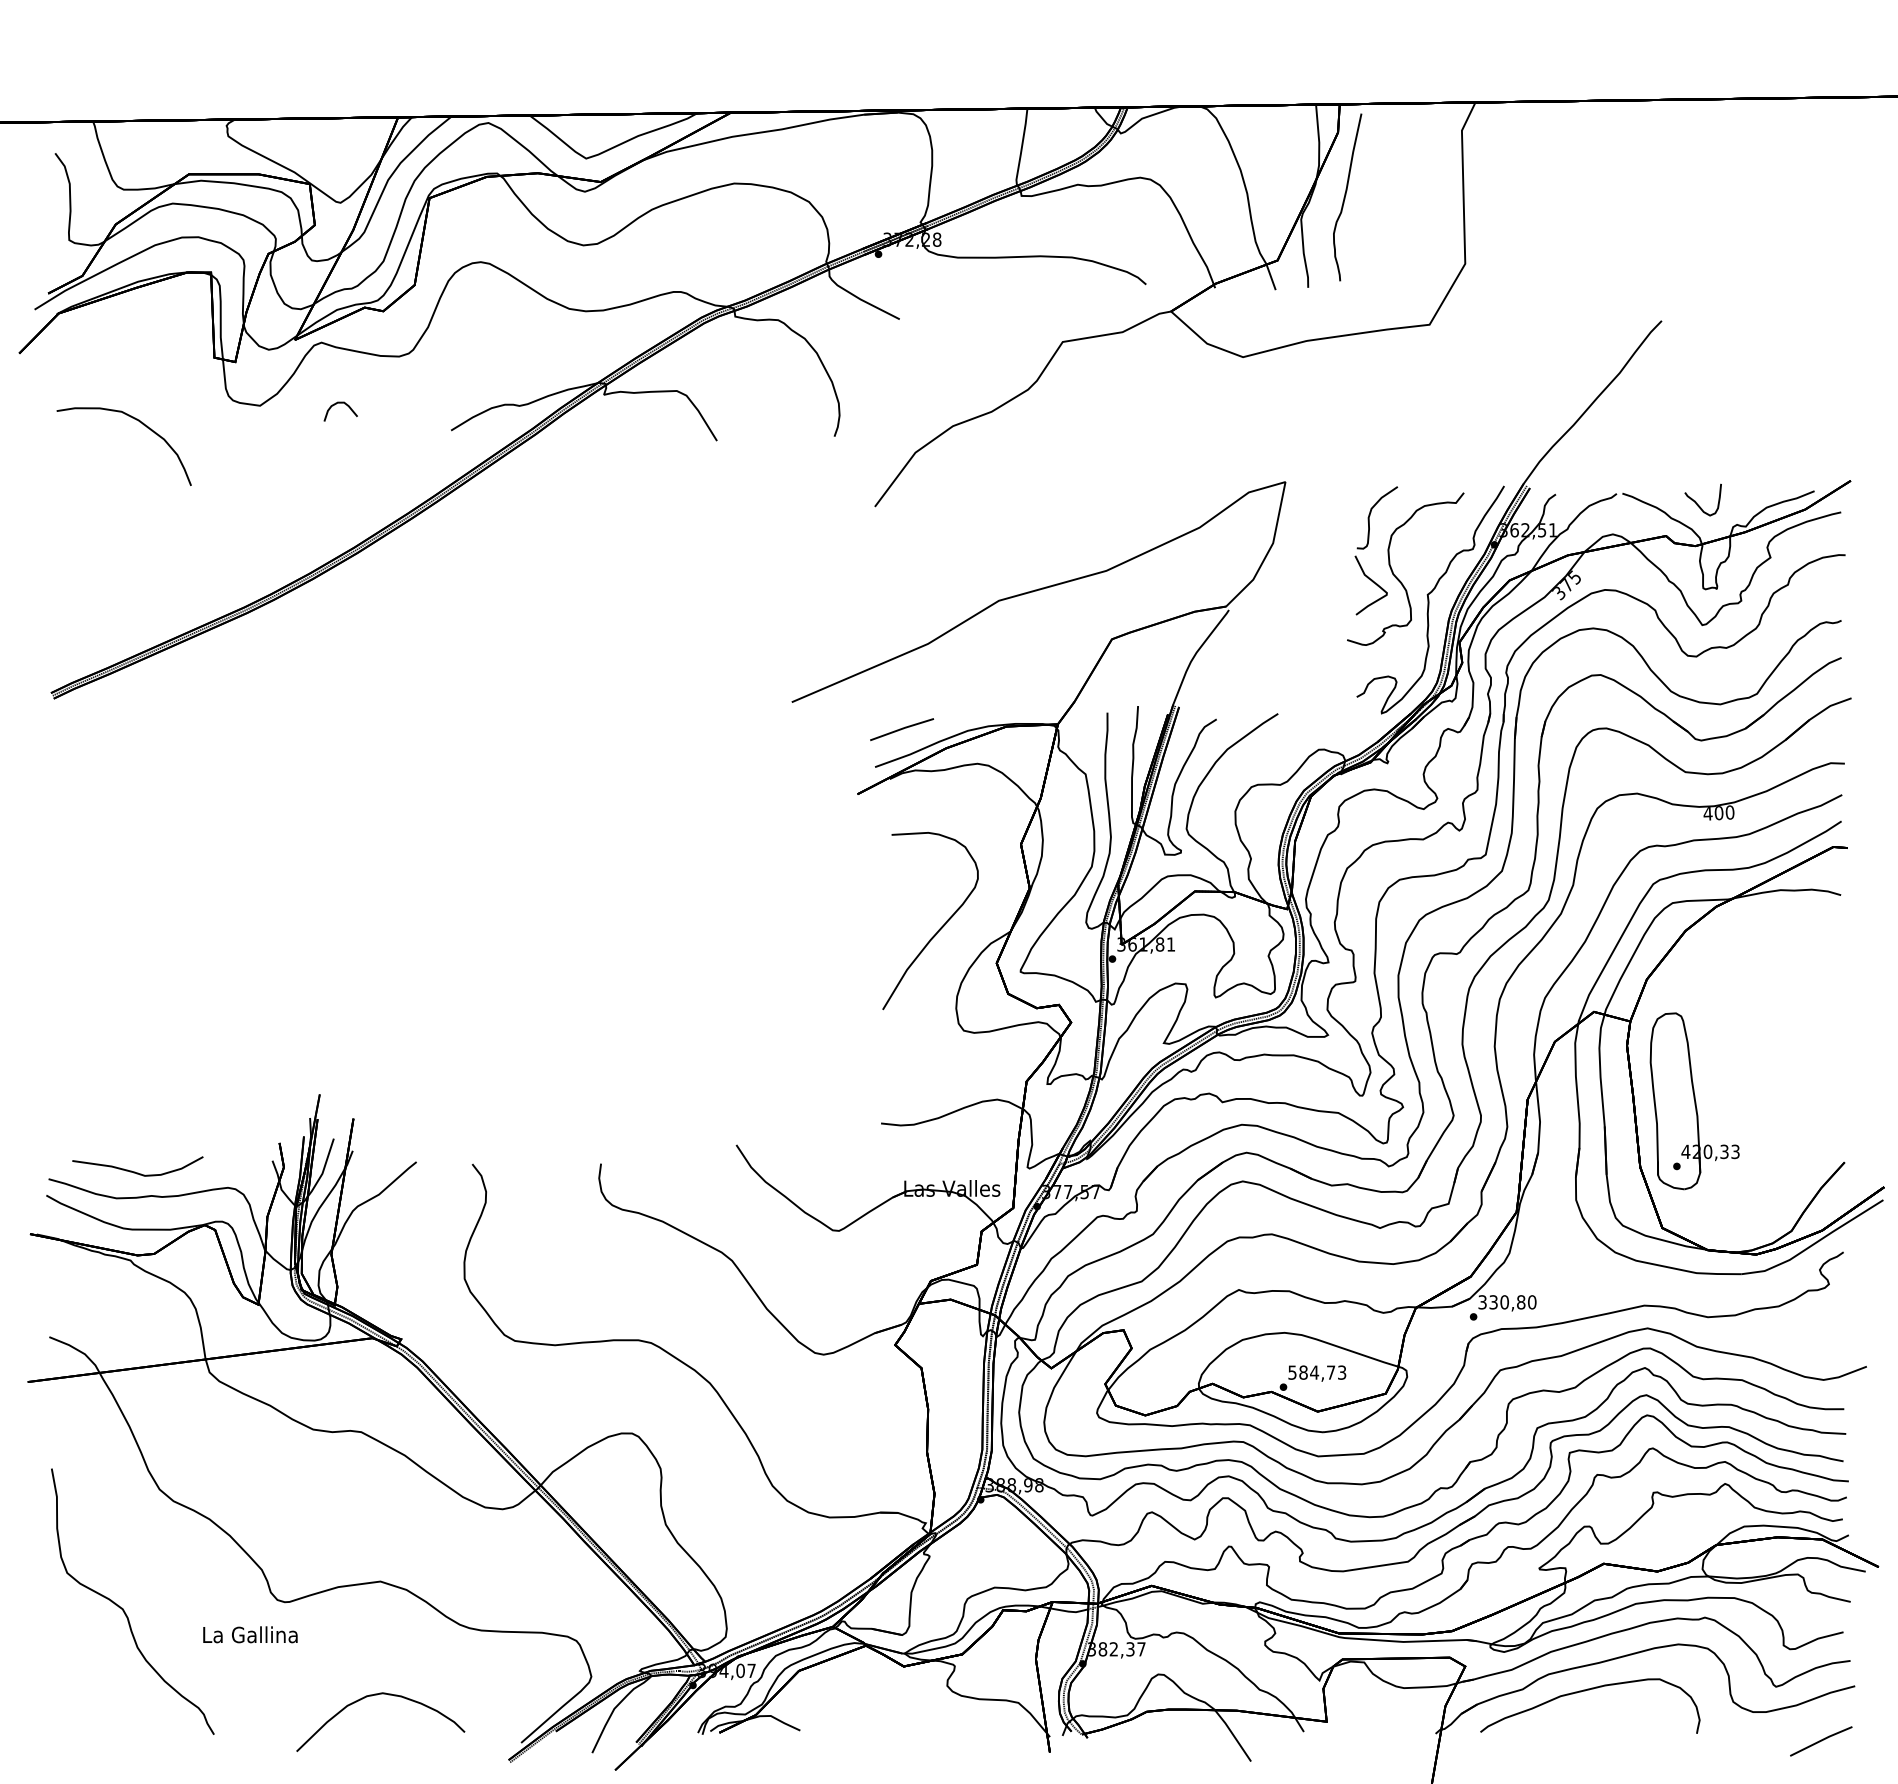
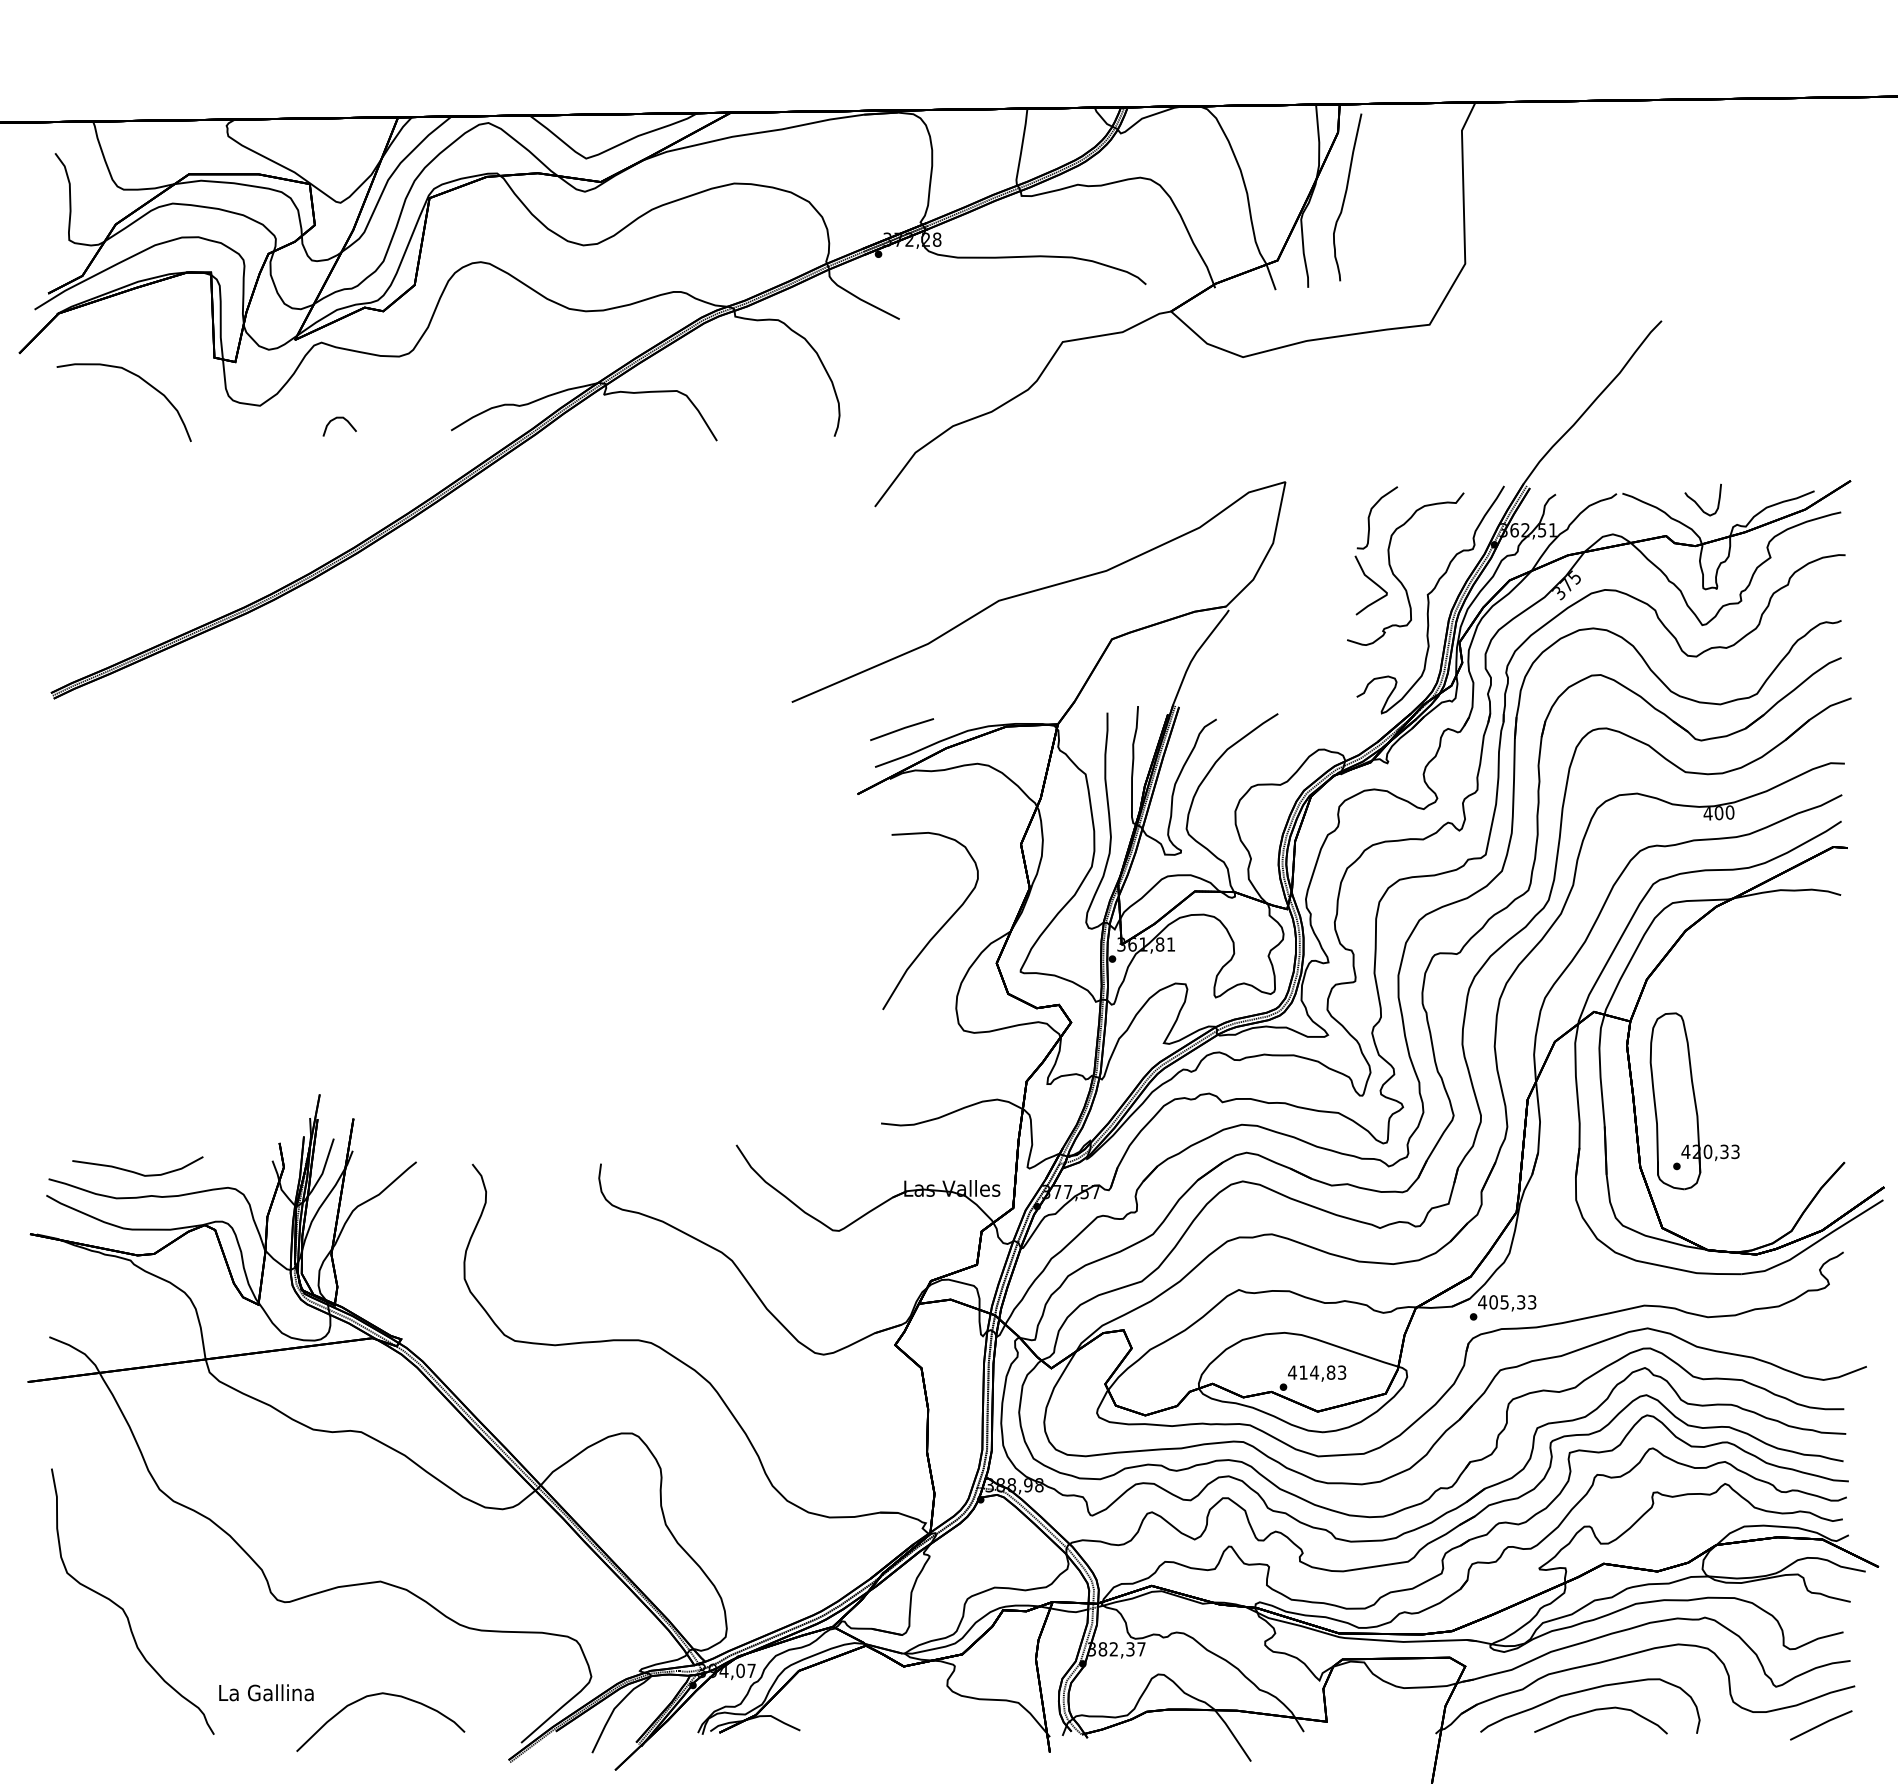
curve at (340, 403) position: (340, 403) -> (339, 418)
curve at (139, 422) position: (139, 422) -> (139, 378)
text at (1507, 1302): 330,80 -> 405,33
text at (1311, 1372): 584,73 -> 414,83
text at (250, 1634) position: (250, 1634) -> (266, 1692)
part at (1600, 1710): none -> present
line at (1821, 1741) position: (1821, 1741) -> (1821, 1725)
